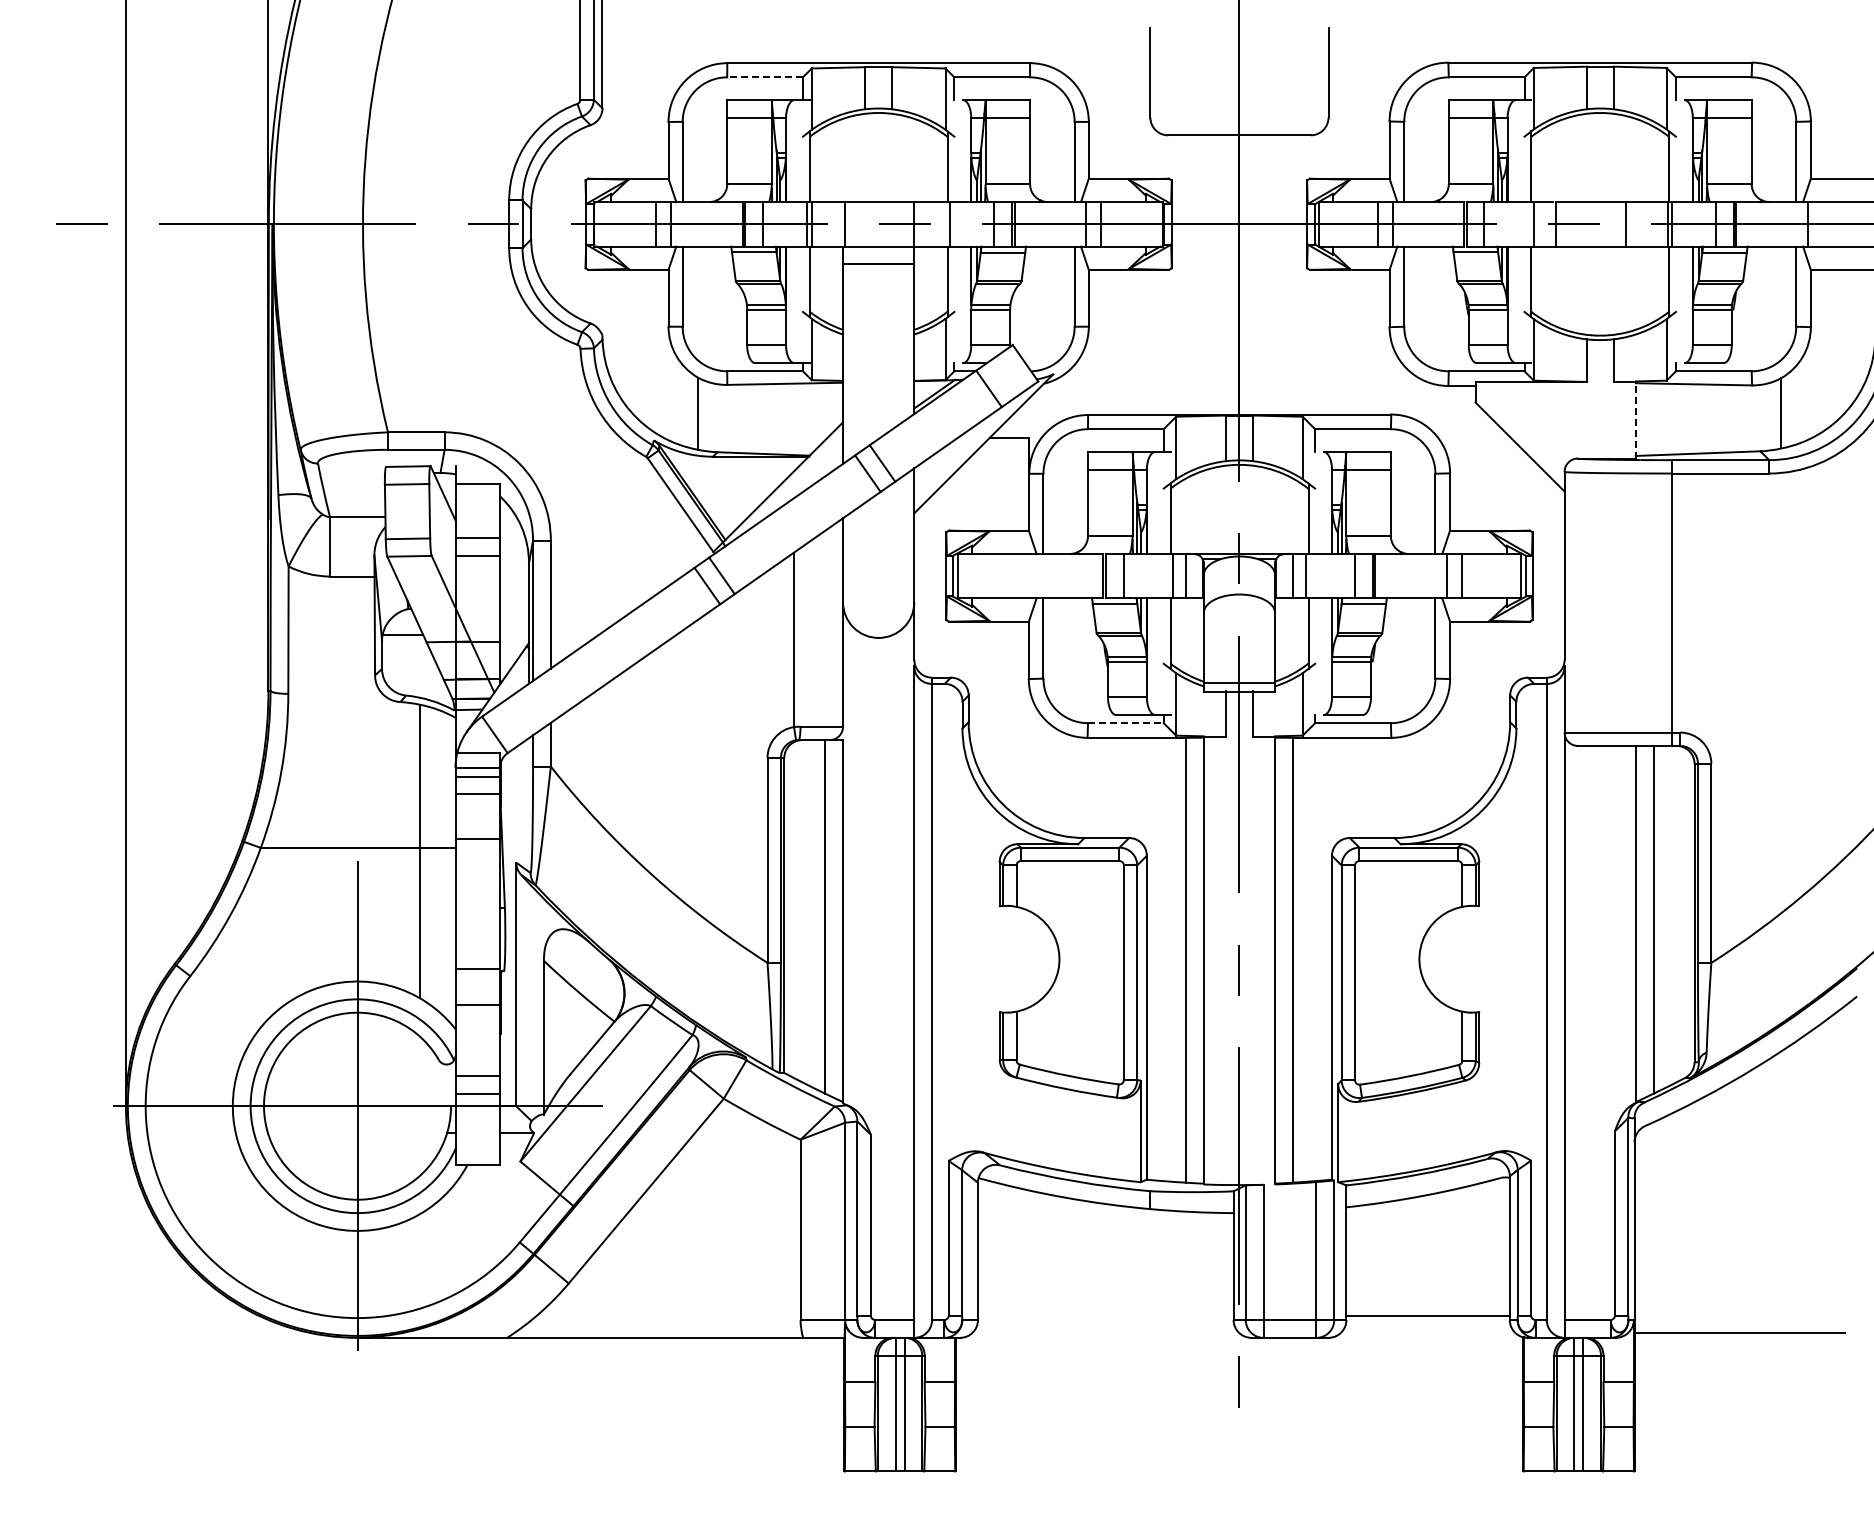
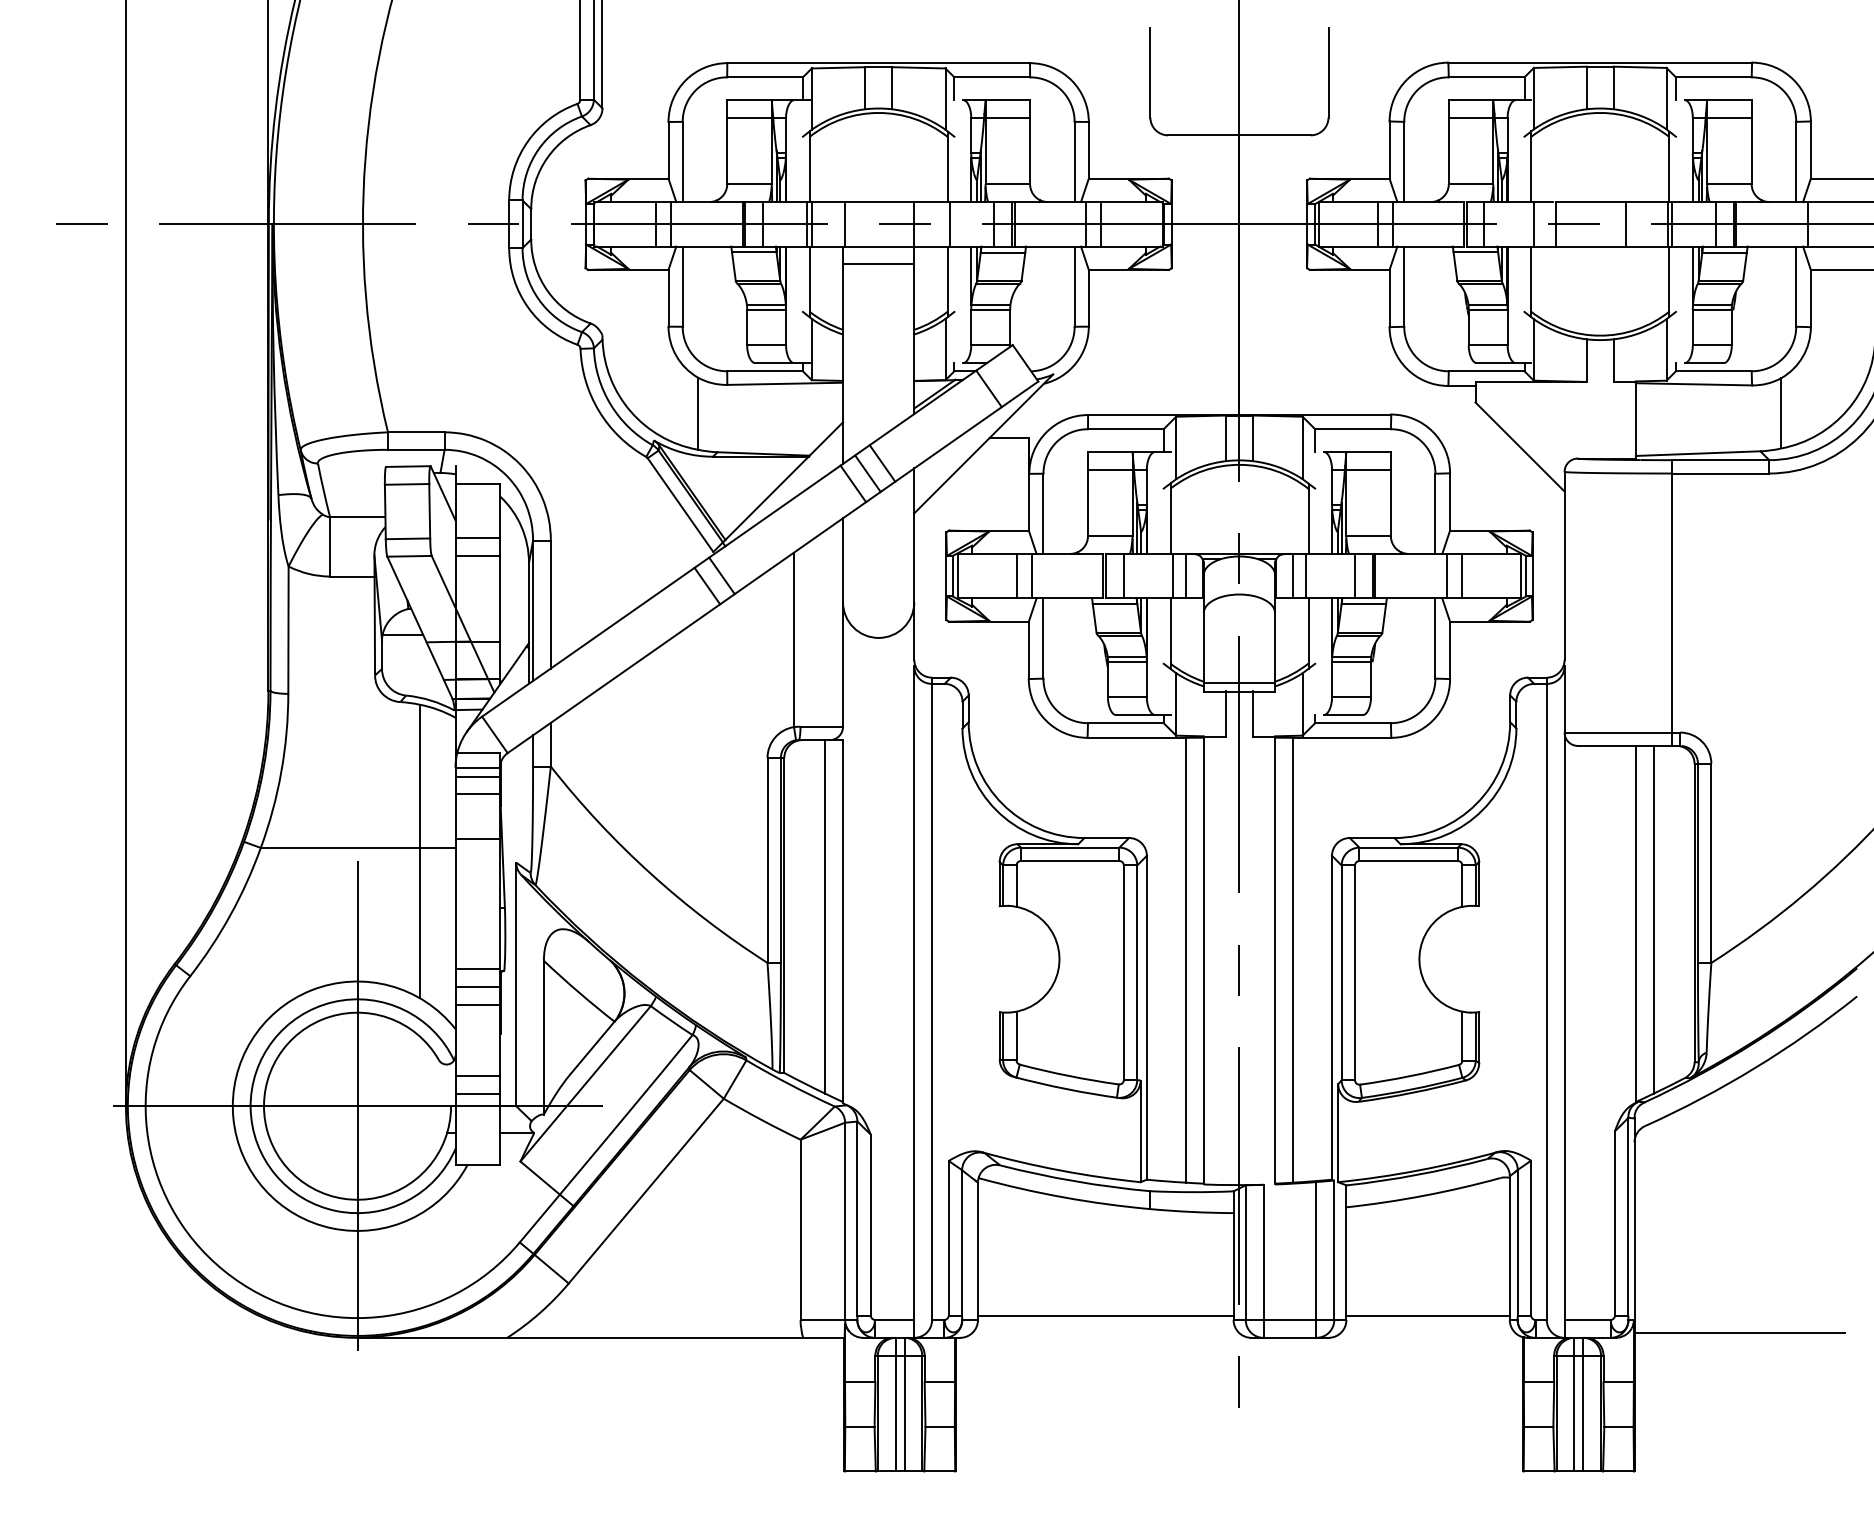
line at (765, 77): dashed -> solid
line at (1635, 419): dashed -> solid
line at (853, 483): none -> present
line at (1016, 575): none -> present
line at (1032, 575): none -> present
line at (1125, 723): dashed -> solid
line at (477, 986): none -> present
line at (1105, 1315): none -> present
